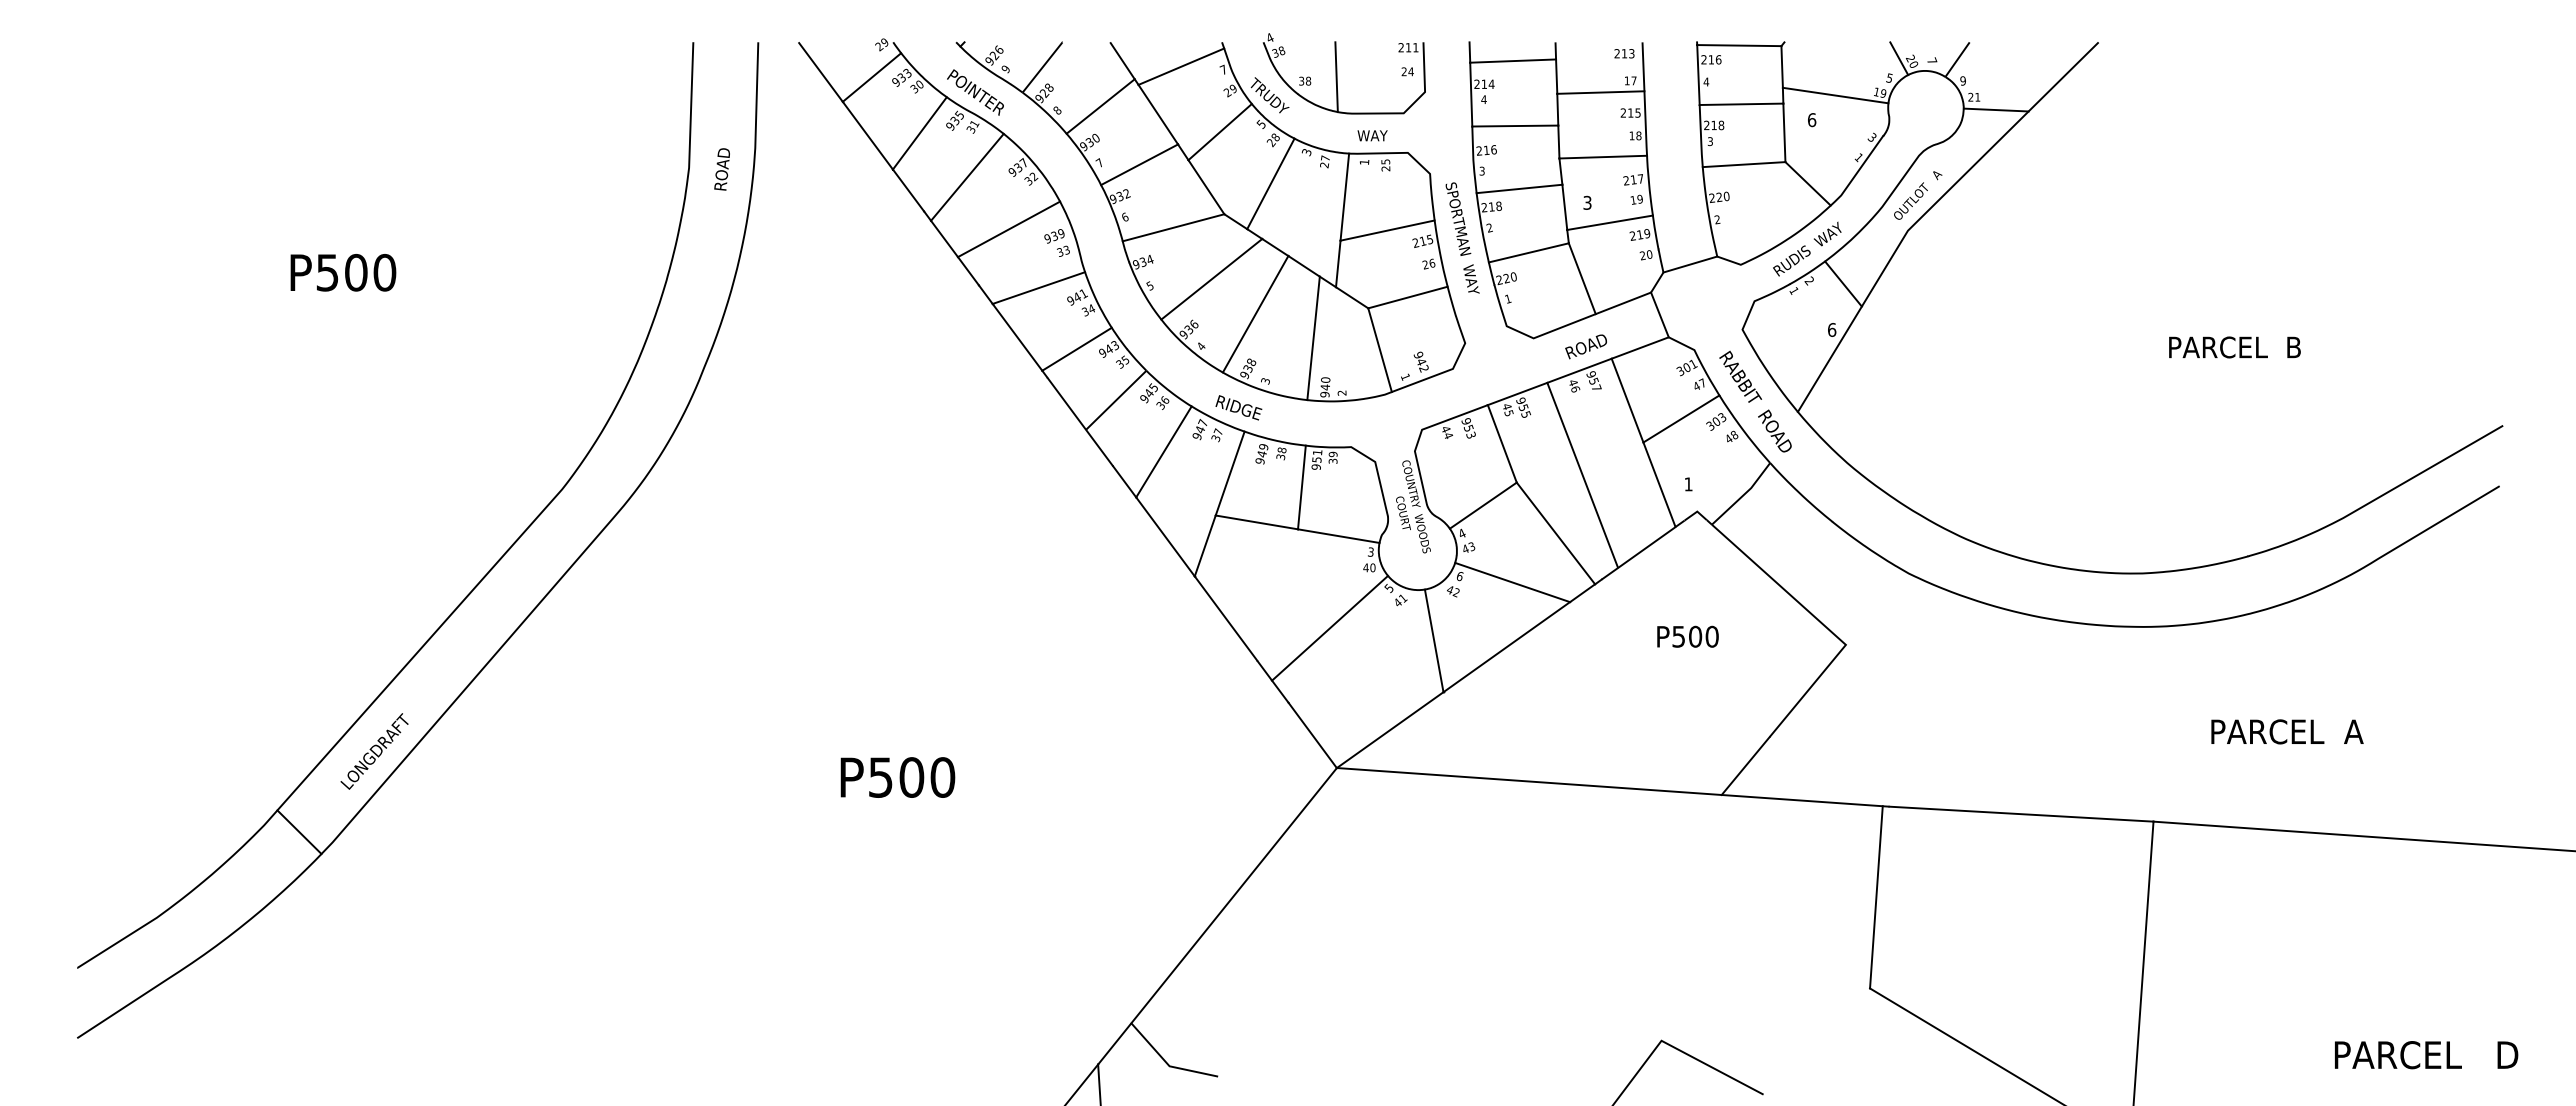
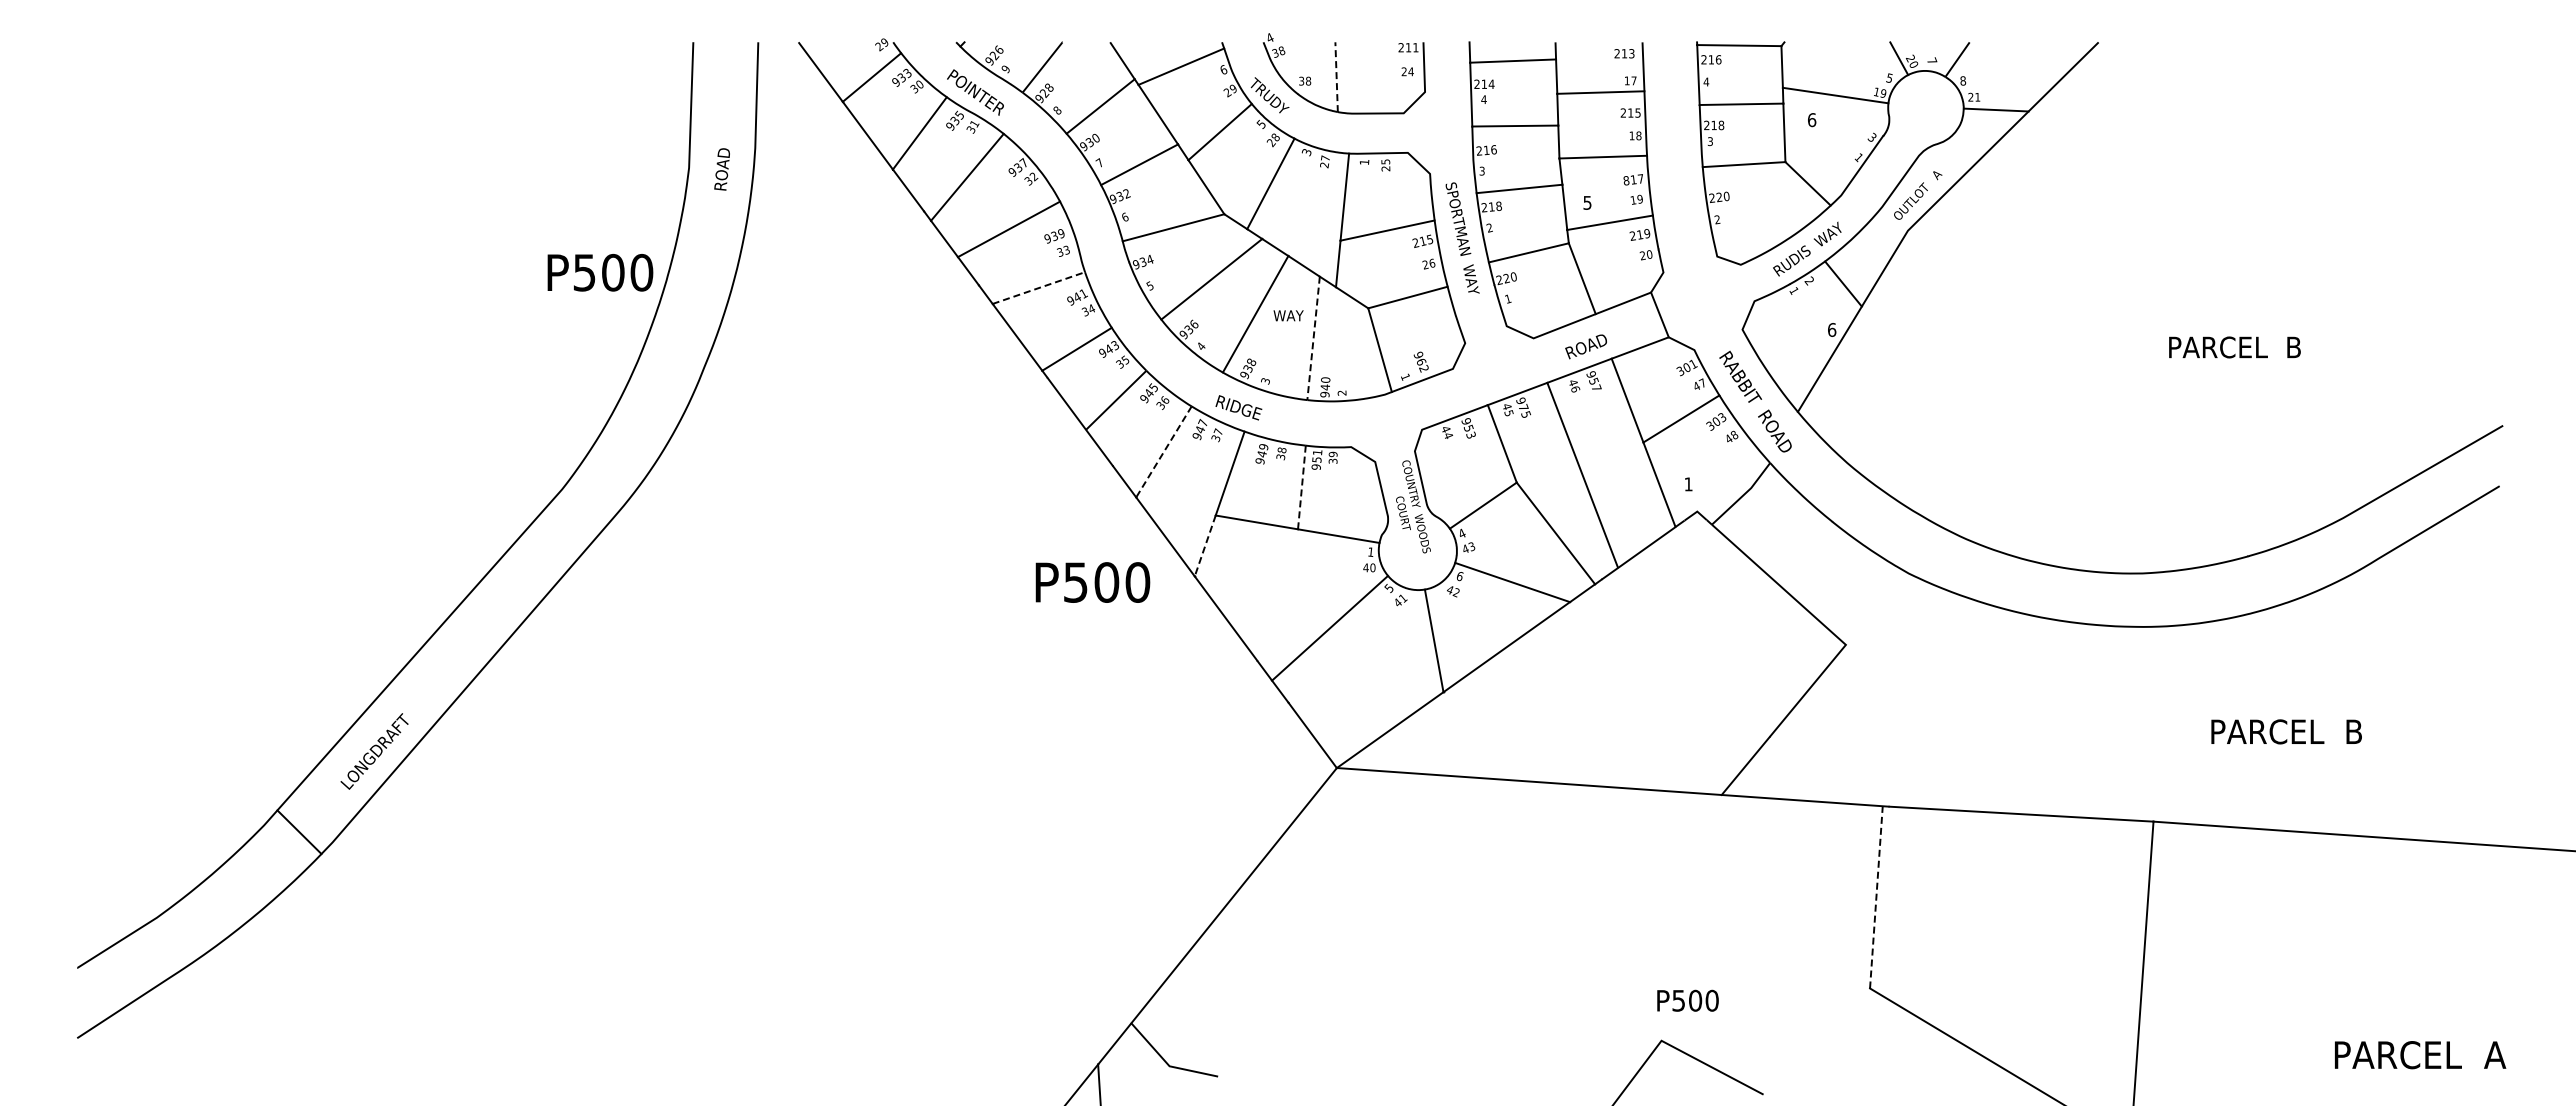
text at (1223, 69): 7 -> 6
line at (1336, 77): solid -> dashed
text at (1963, 80): 9 -> 8
text at (1372, 135) position: (1372, 135) -> (1288, 315)
text at (1626, 180): 217 -> 817
text at (1587, 202): 3 -> 5
line at (1690, 264): present -> none
text at (343, 272) position: (343, 272) -> (600, 272)
line at (1038, 288): solid -> dashed
line at (1313, 338): solid -> dashed
text at (1421, 361): 942 -> 962
text at (1523, 407): 955 -> 975
line at (1163, 452): solid -> dashed
line at (1301, 487): solid -> dashed
line at (1205, 546): solid -> dashed
text at (1370, 551): 3 -> 1
text at (1687, 636) position: (1687, 636) -> (1687, 1000)
text at (2353, 731): PARCEL  A -> PARCEL  B
text at (897, 777) position: (897, 777) -> (1092, 582)
line at (1876, 896): solid -> dashed
text at (2501, 1054): PARCEL   D -> PARCEL  A
